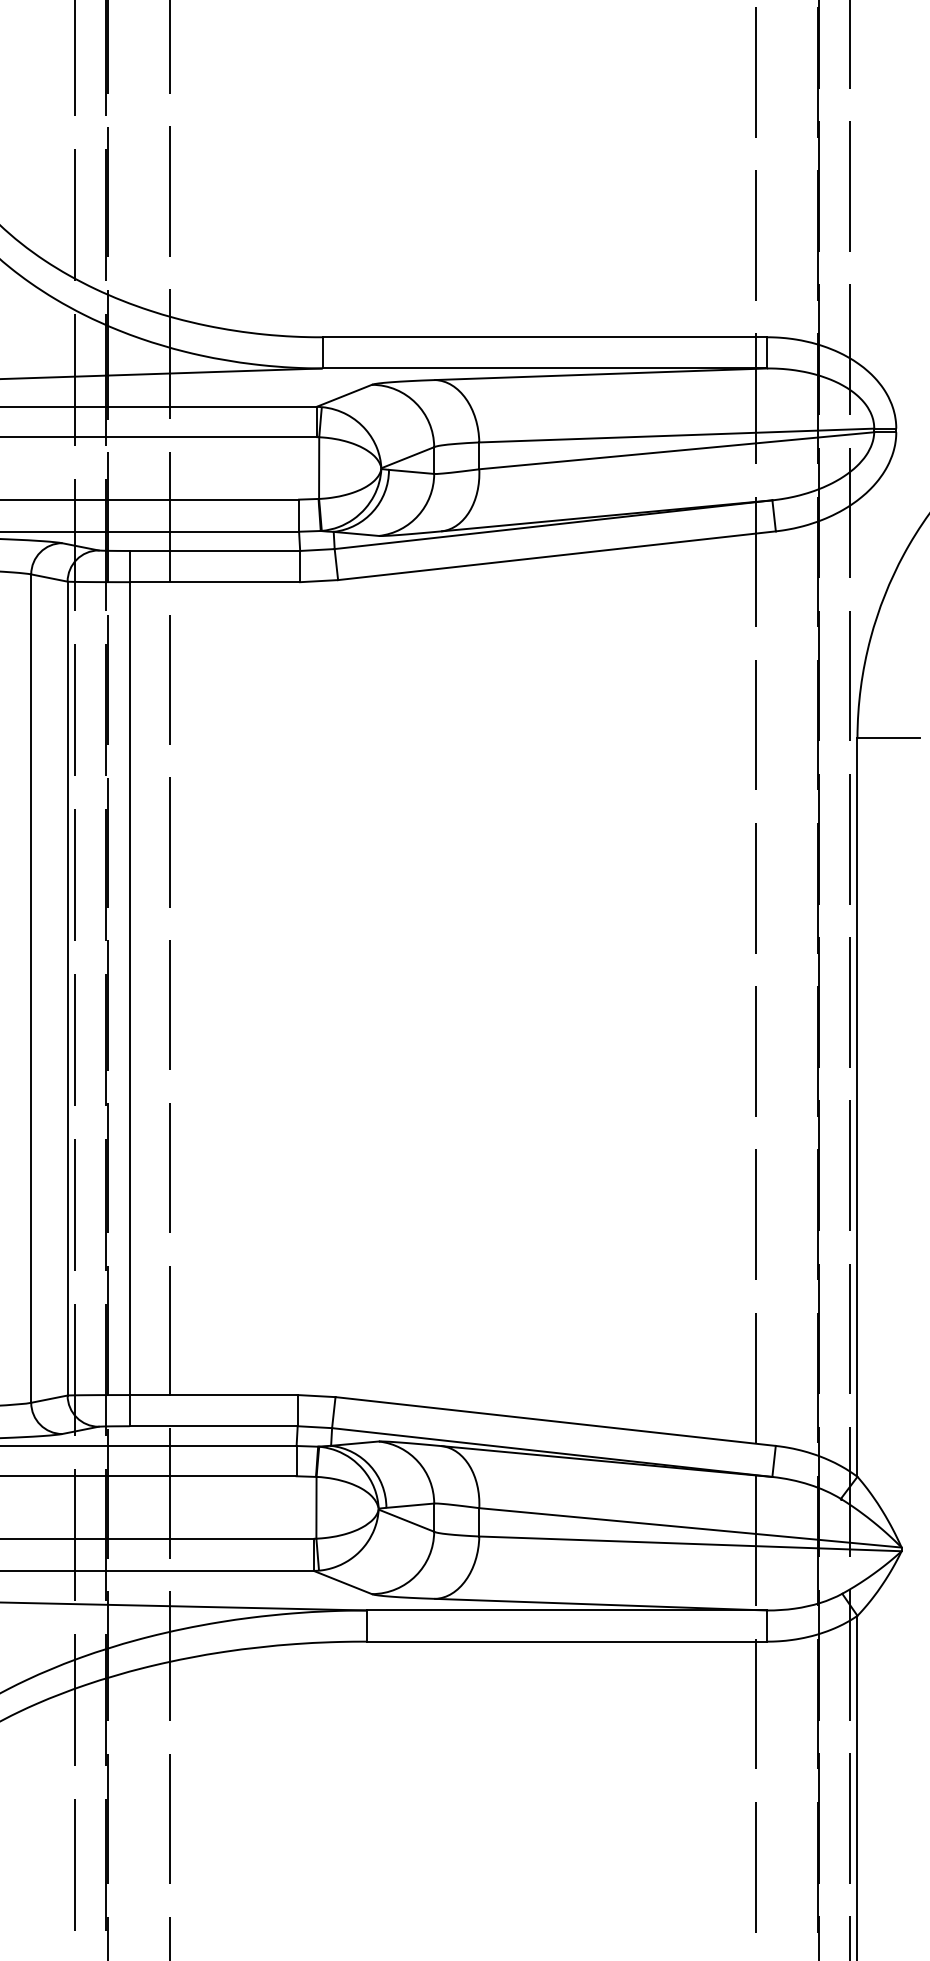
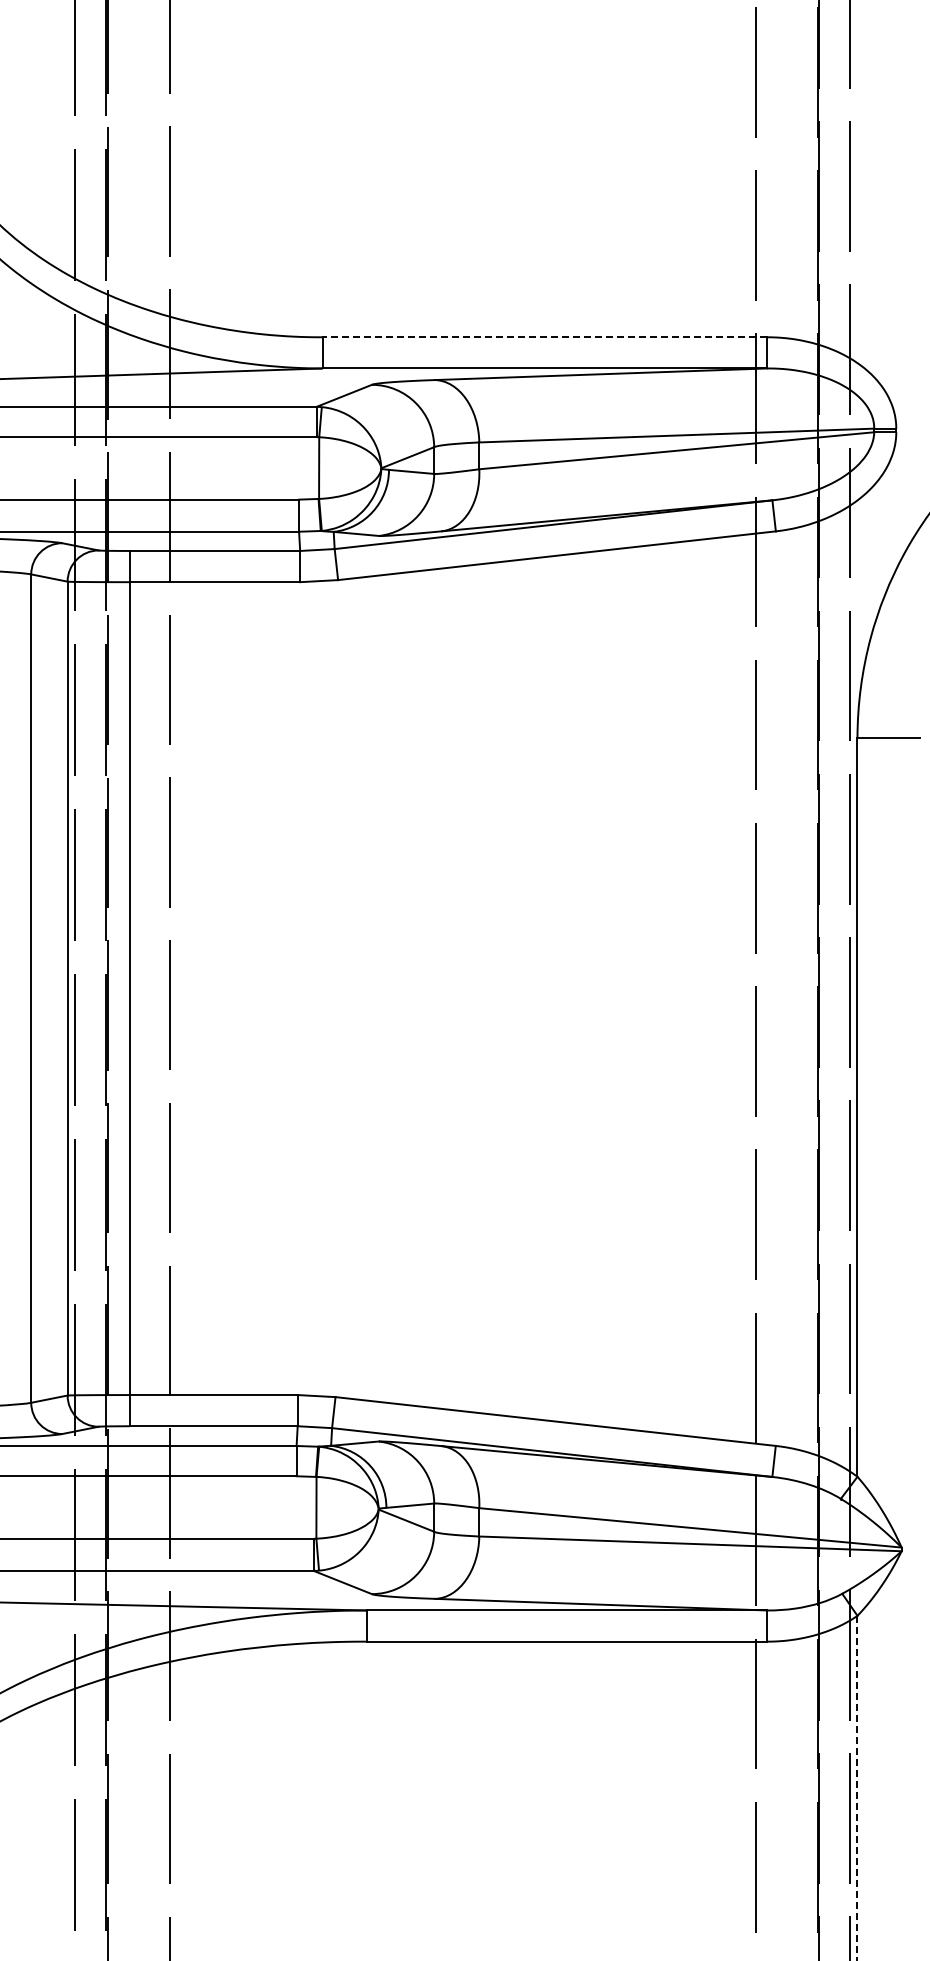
line at (544, 337): solid -> dashed
line at (857, 1788): solid -> dashed
